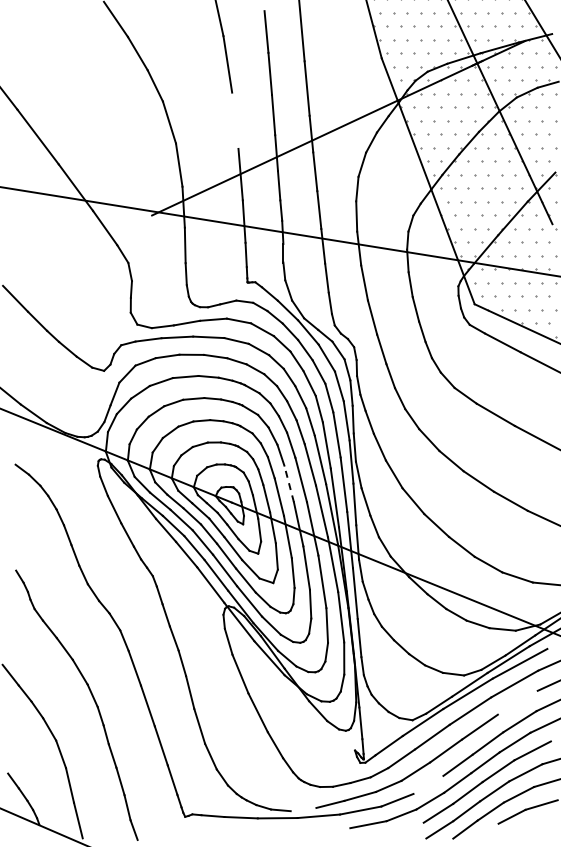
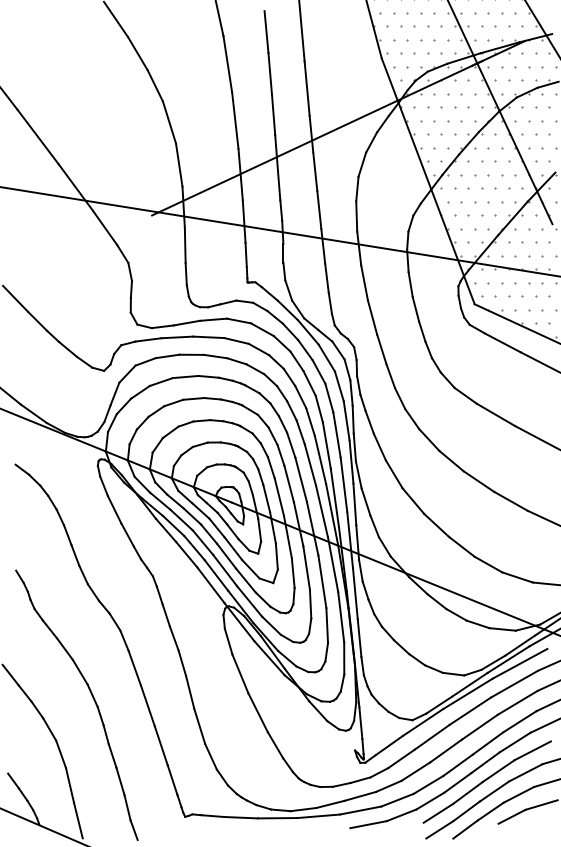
line at (235, 120): none -> present
line at (289, 483): dashed -> solid
line at (517, 702): none -> present
line at (428, 784): none -> present
line at (303, 809): none -> present
